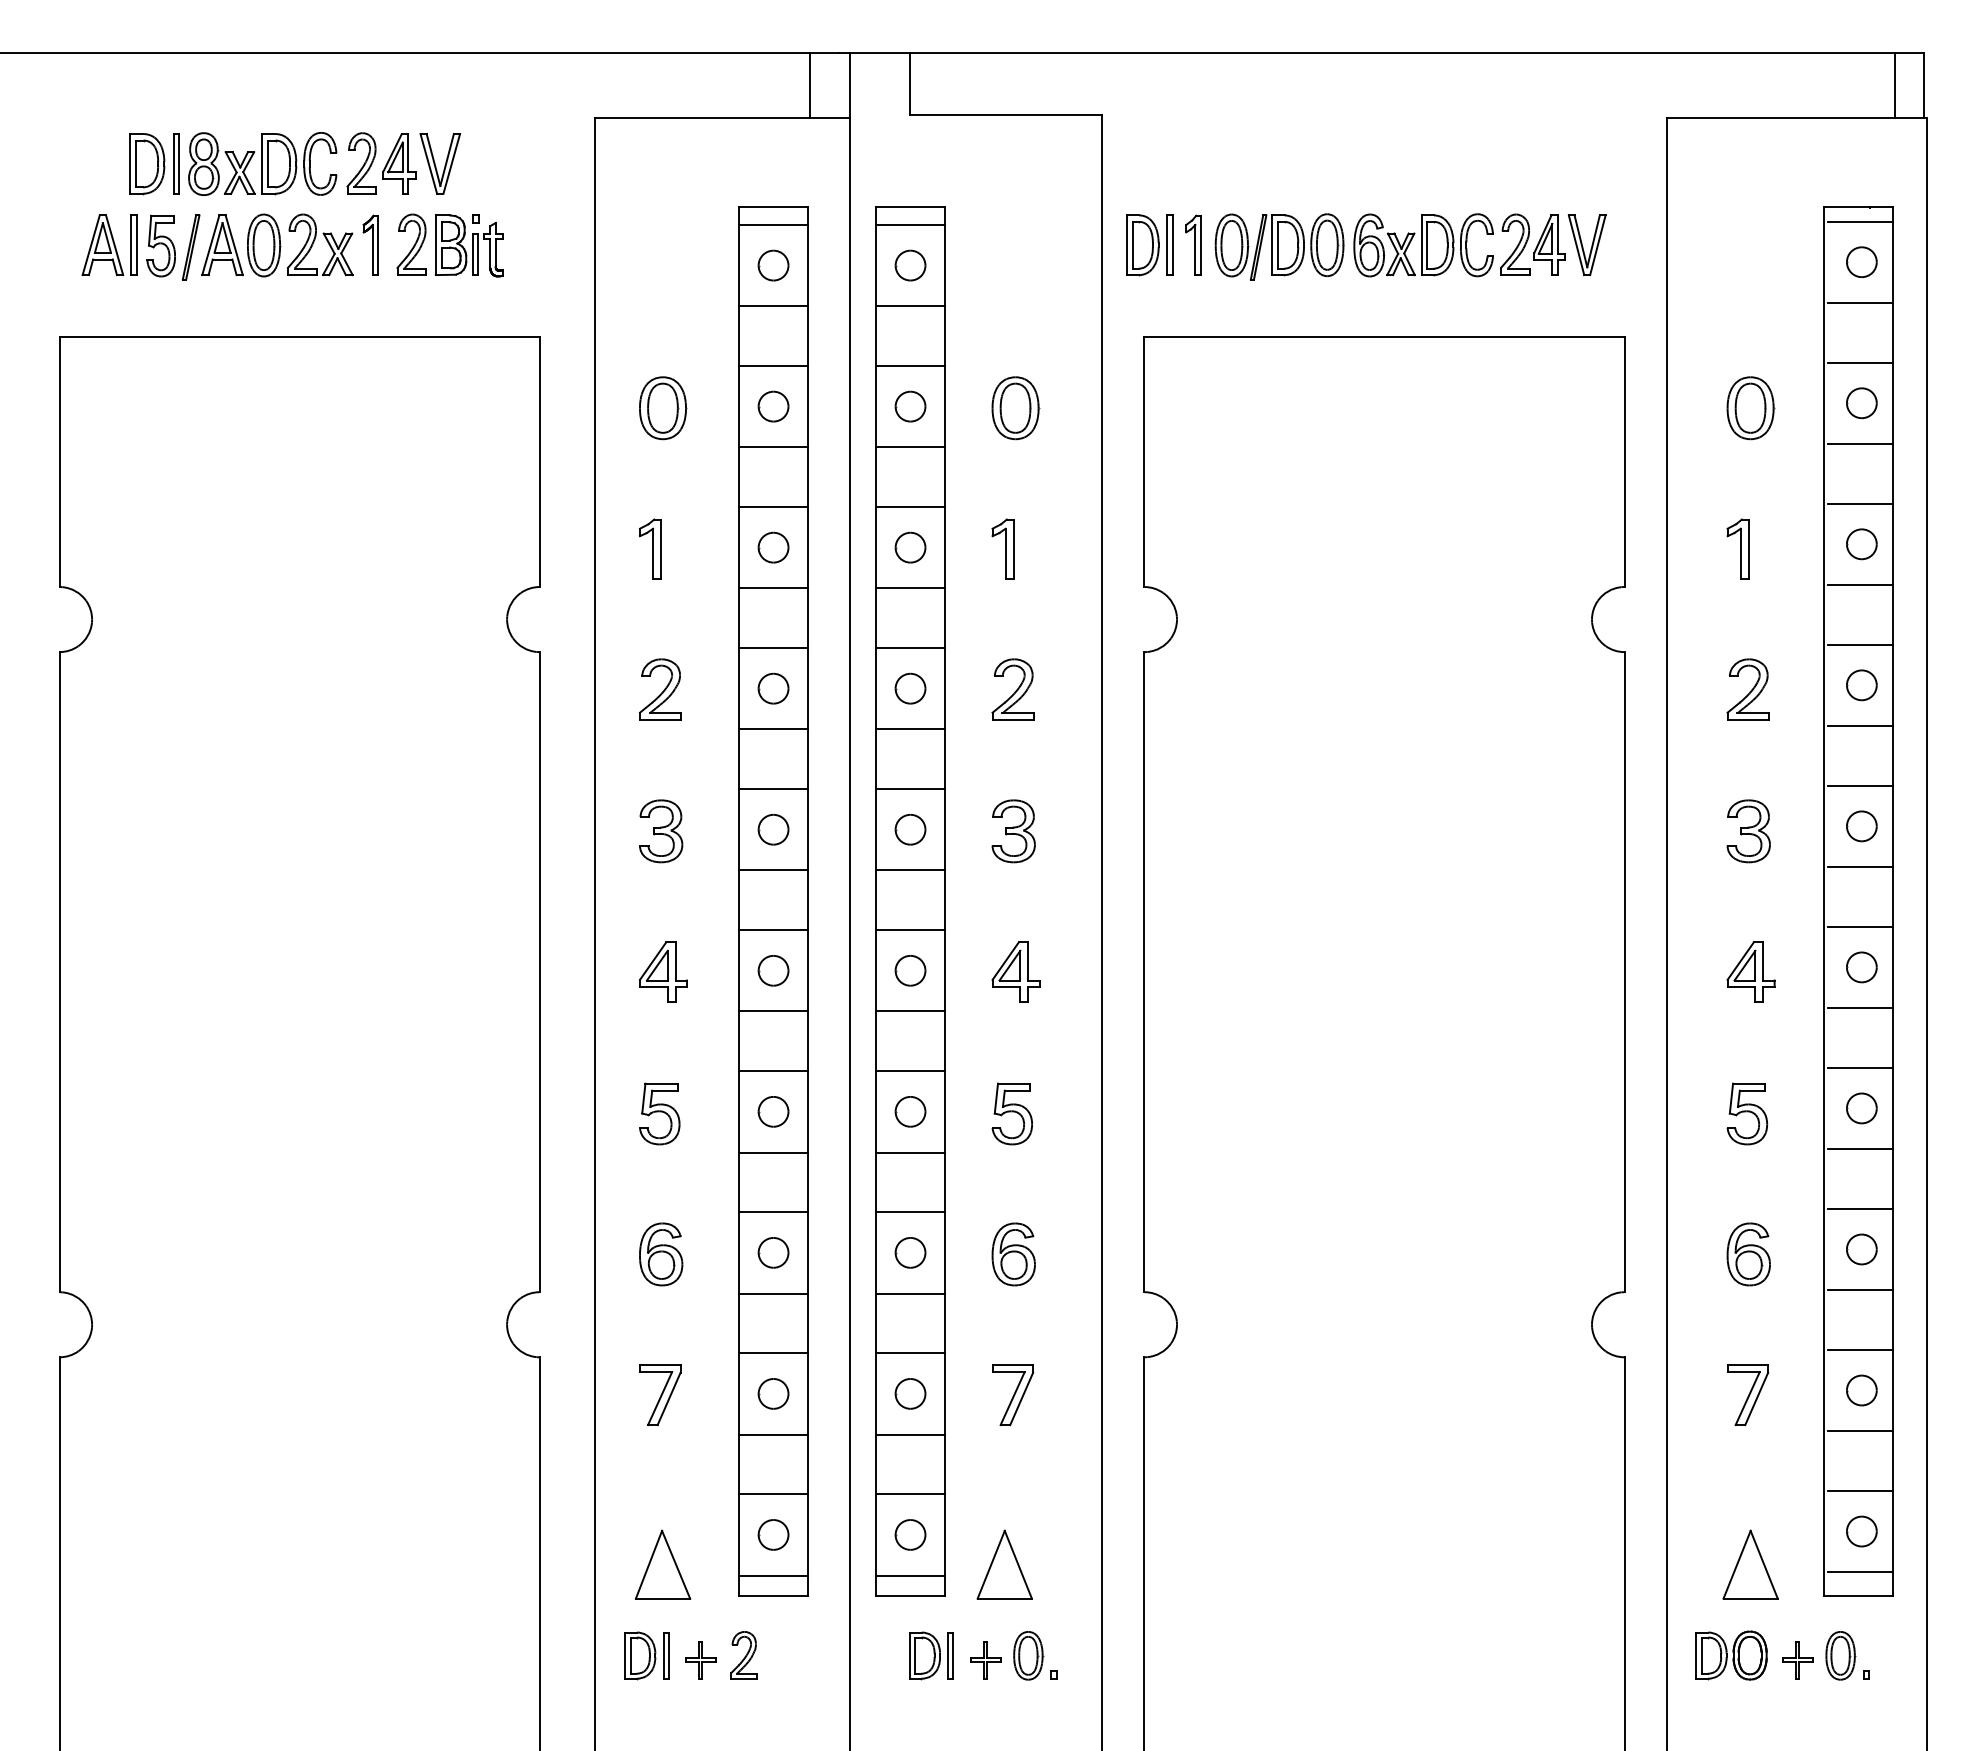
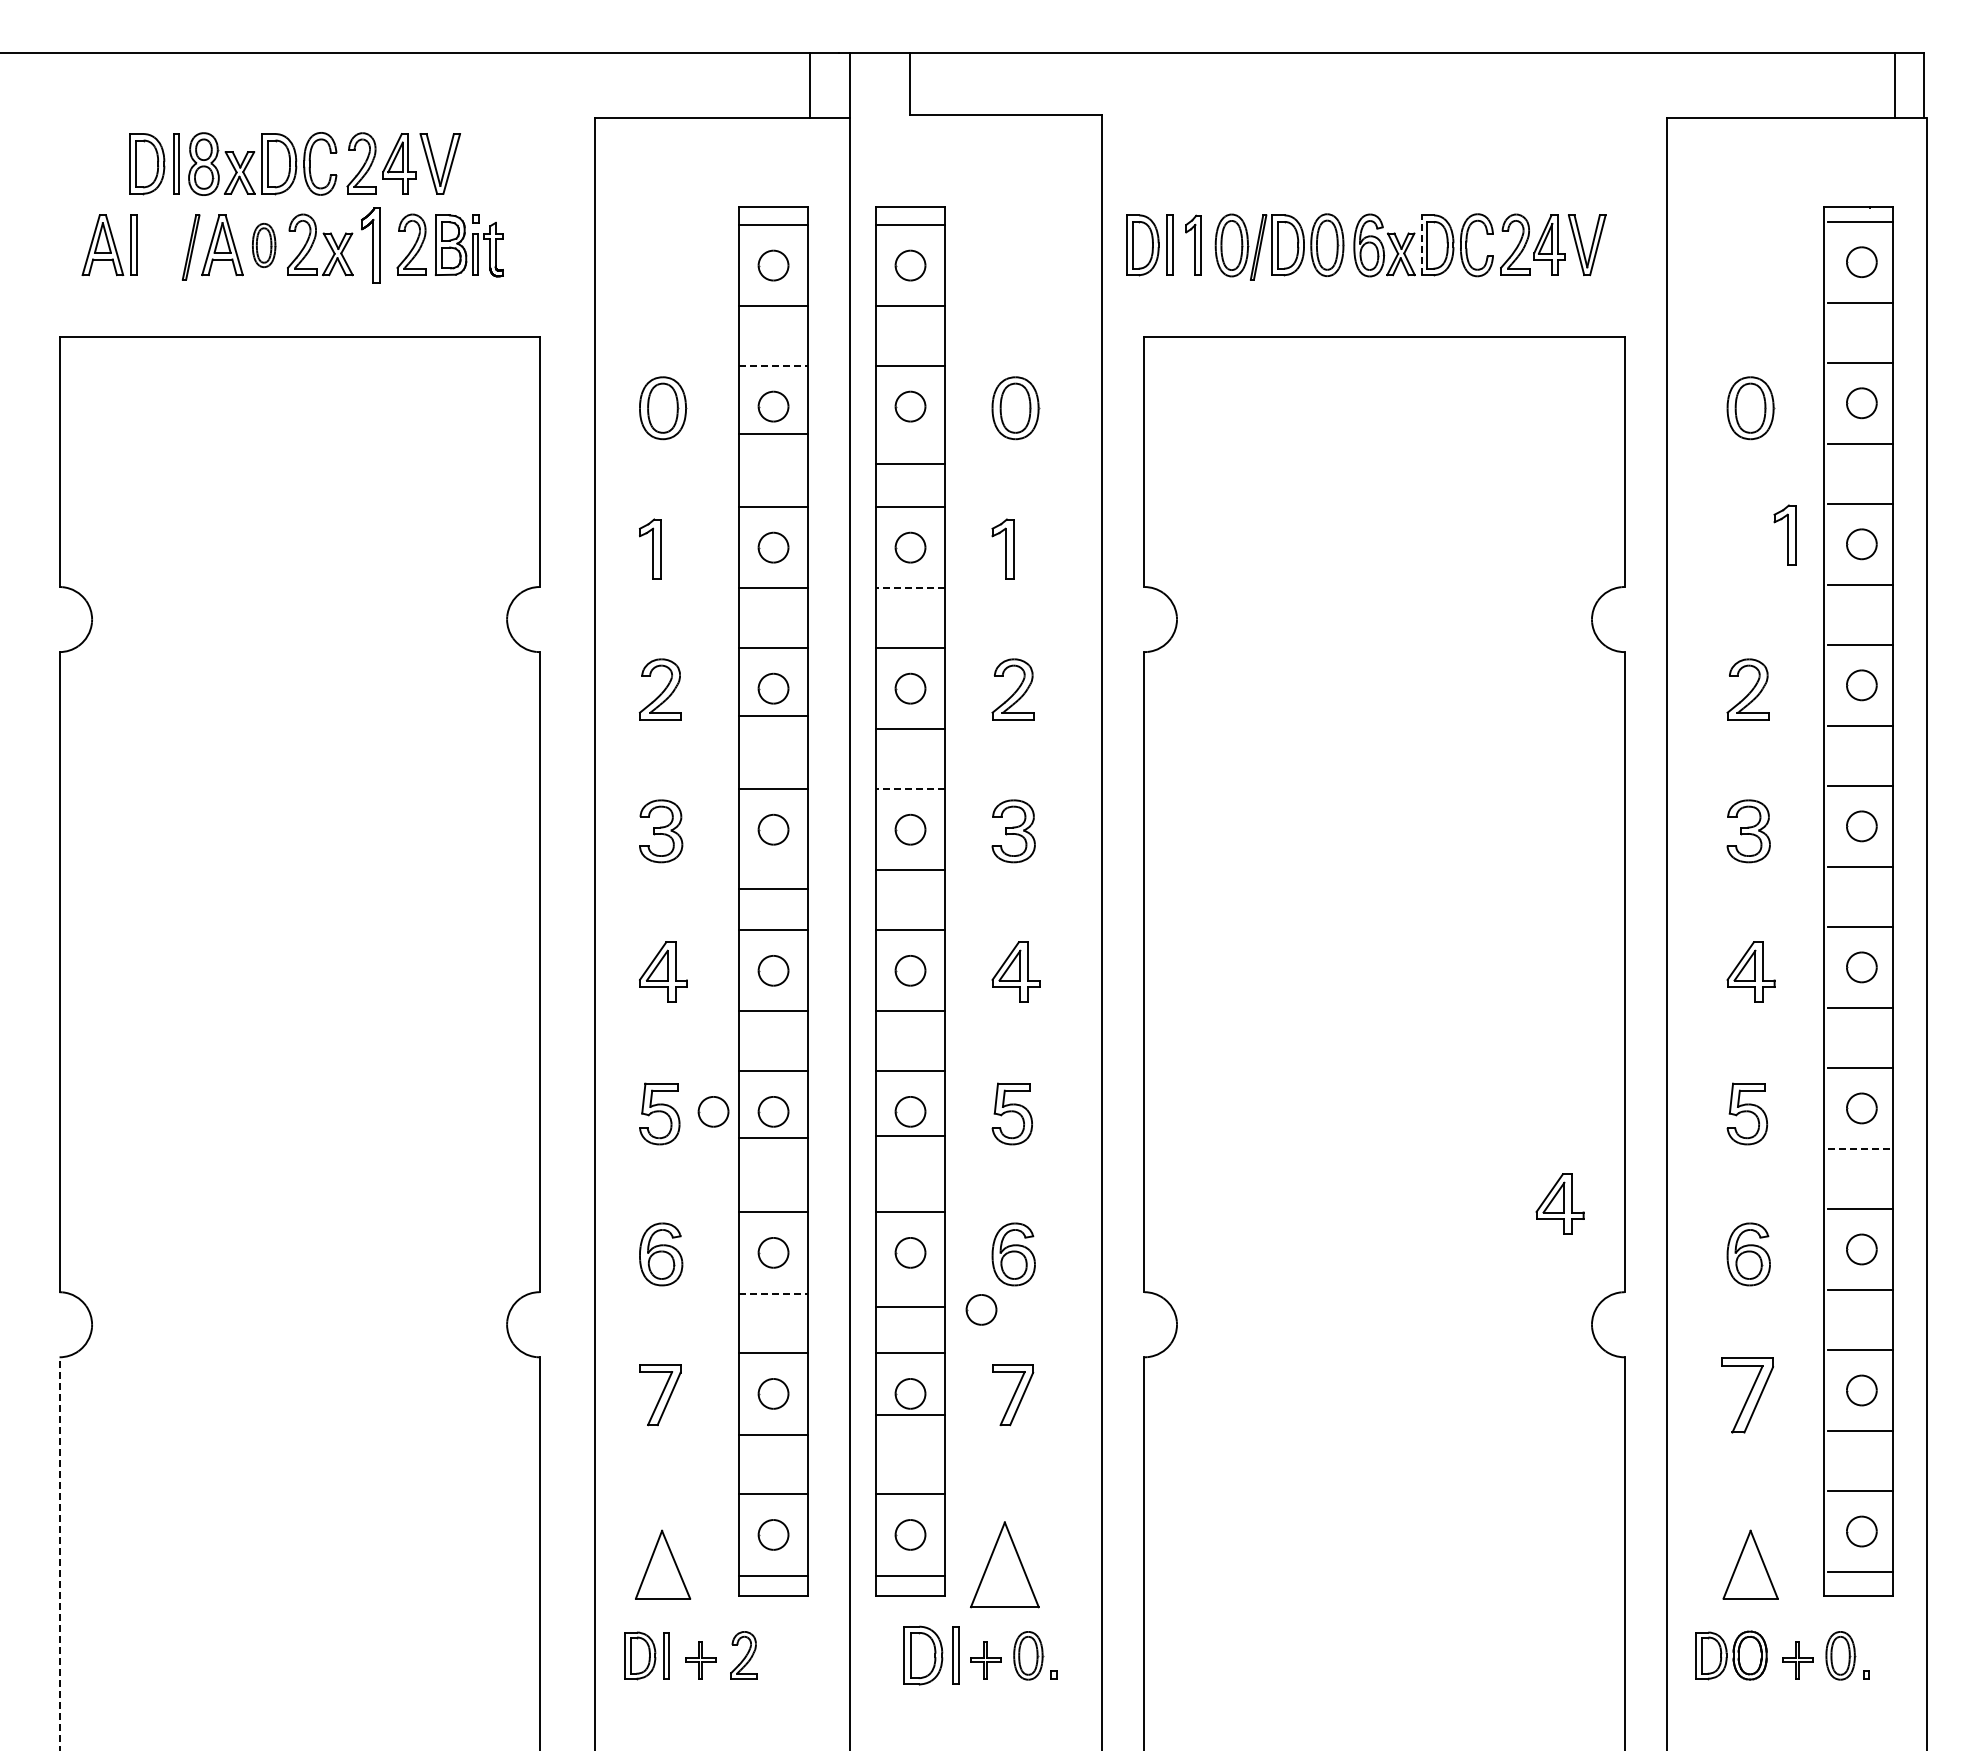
part at (370, 244) size: 17x62 px -> 20x77 px
part at (160, 245): present -> none
part at (264, 245) size: 35x65 px -> 25x45 px
line at (1421, 245): solid -> dashed
line at (774, 365): solid -> dashed
line at (773, 447) position: (773, 447) -> (773, 434)
line at (910, 447) position: (910, 447) -> (910, 464)
part at (1737, 548) position: (1737, 548) -> (1784, 534)
line at (910, 588): solid -> dashed
line at (773, 729) position: (773, 729) -> (773, 716)
line at (910, 789): solid -> dashed
line at (773, 870) position: (773, 870) -> (773, 889)
part at (713, 1111): none -> present
line at (1860, 1149): solid -> dashed
line at (773, 1152) position: (773, 1152) -> (773, 1137)
line at (910, 1152) position: (910, 1152) -> (910, 1135)
part at (1559, 1203): none -> present
line at (774, 1293): solid -> dashed
line at (910, 1293) position: (910, 1293) -> (910, 1306)
part at (981, 1309): none -> present
part at (1748, 1395) size: 43x63 px -> 54x77 px
line at (910, 1434) position: (910, 1434) -> (910, 1414)
line at (59, 1554): solid -> dashed
part at (1004, 1564) size: 57x71 px -> 70x88 px
part at (931, 1655) size: 45x50 px -> 57x61 px
